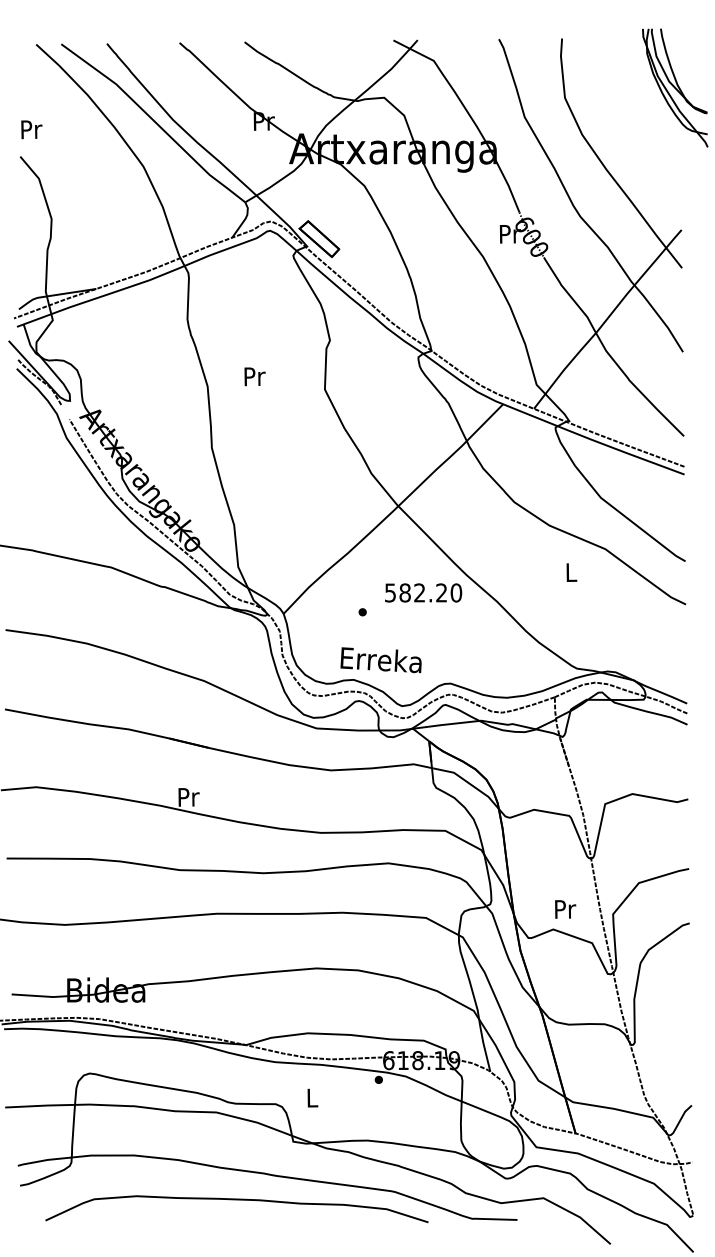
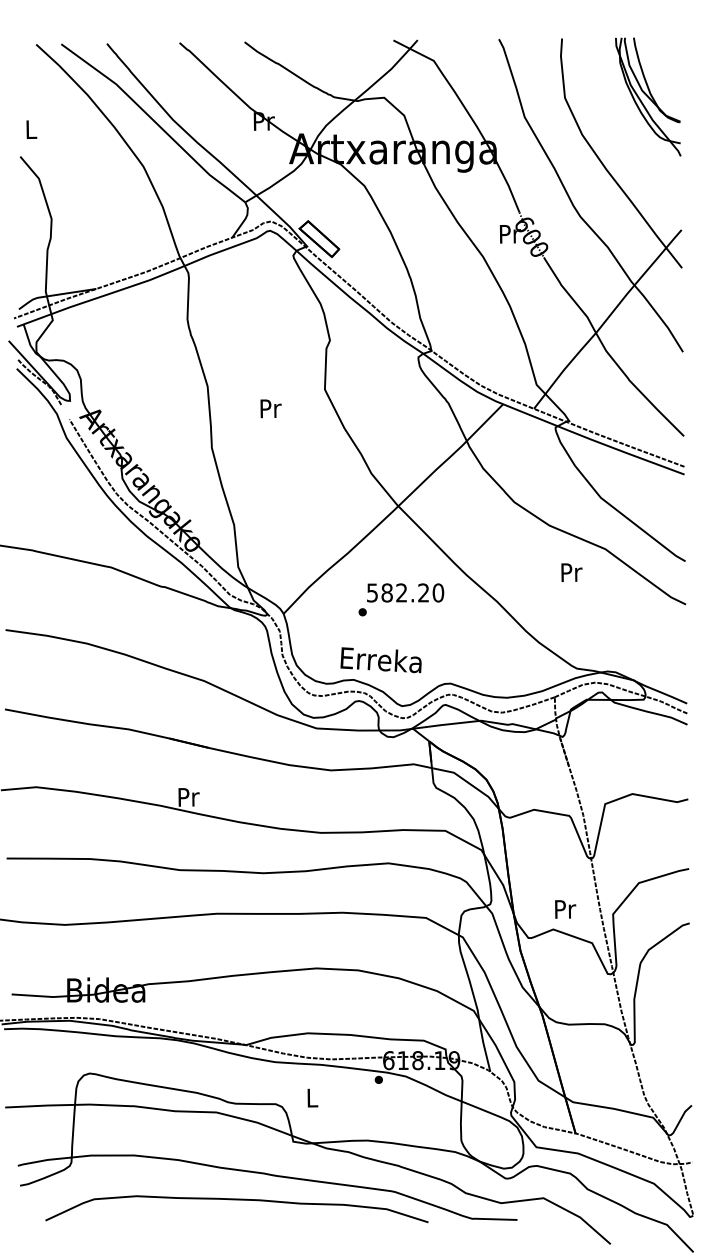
part at (675, 87) position: (675, 87) -> (648, 96)
text at (31, 129): Pr -> L
text at (254, 376) position: (254, 376) -> (270, 408)
text at (571, 572): L -> Pr
text at (423, 592) position: (423, 592) -> (405, 592)
